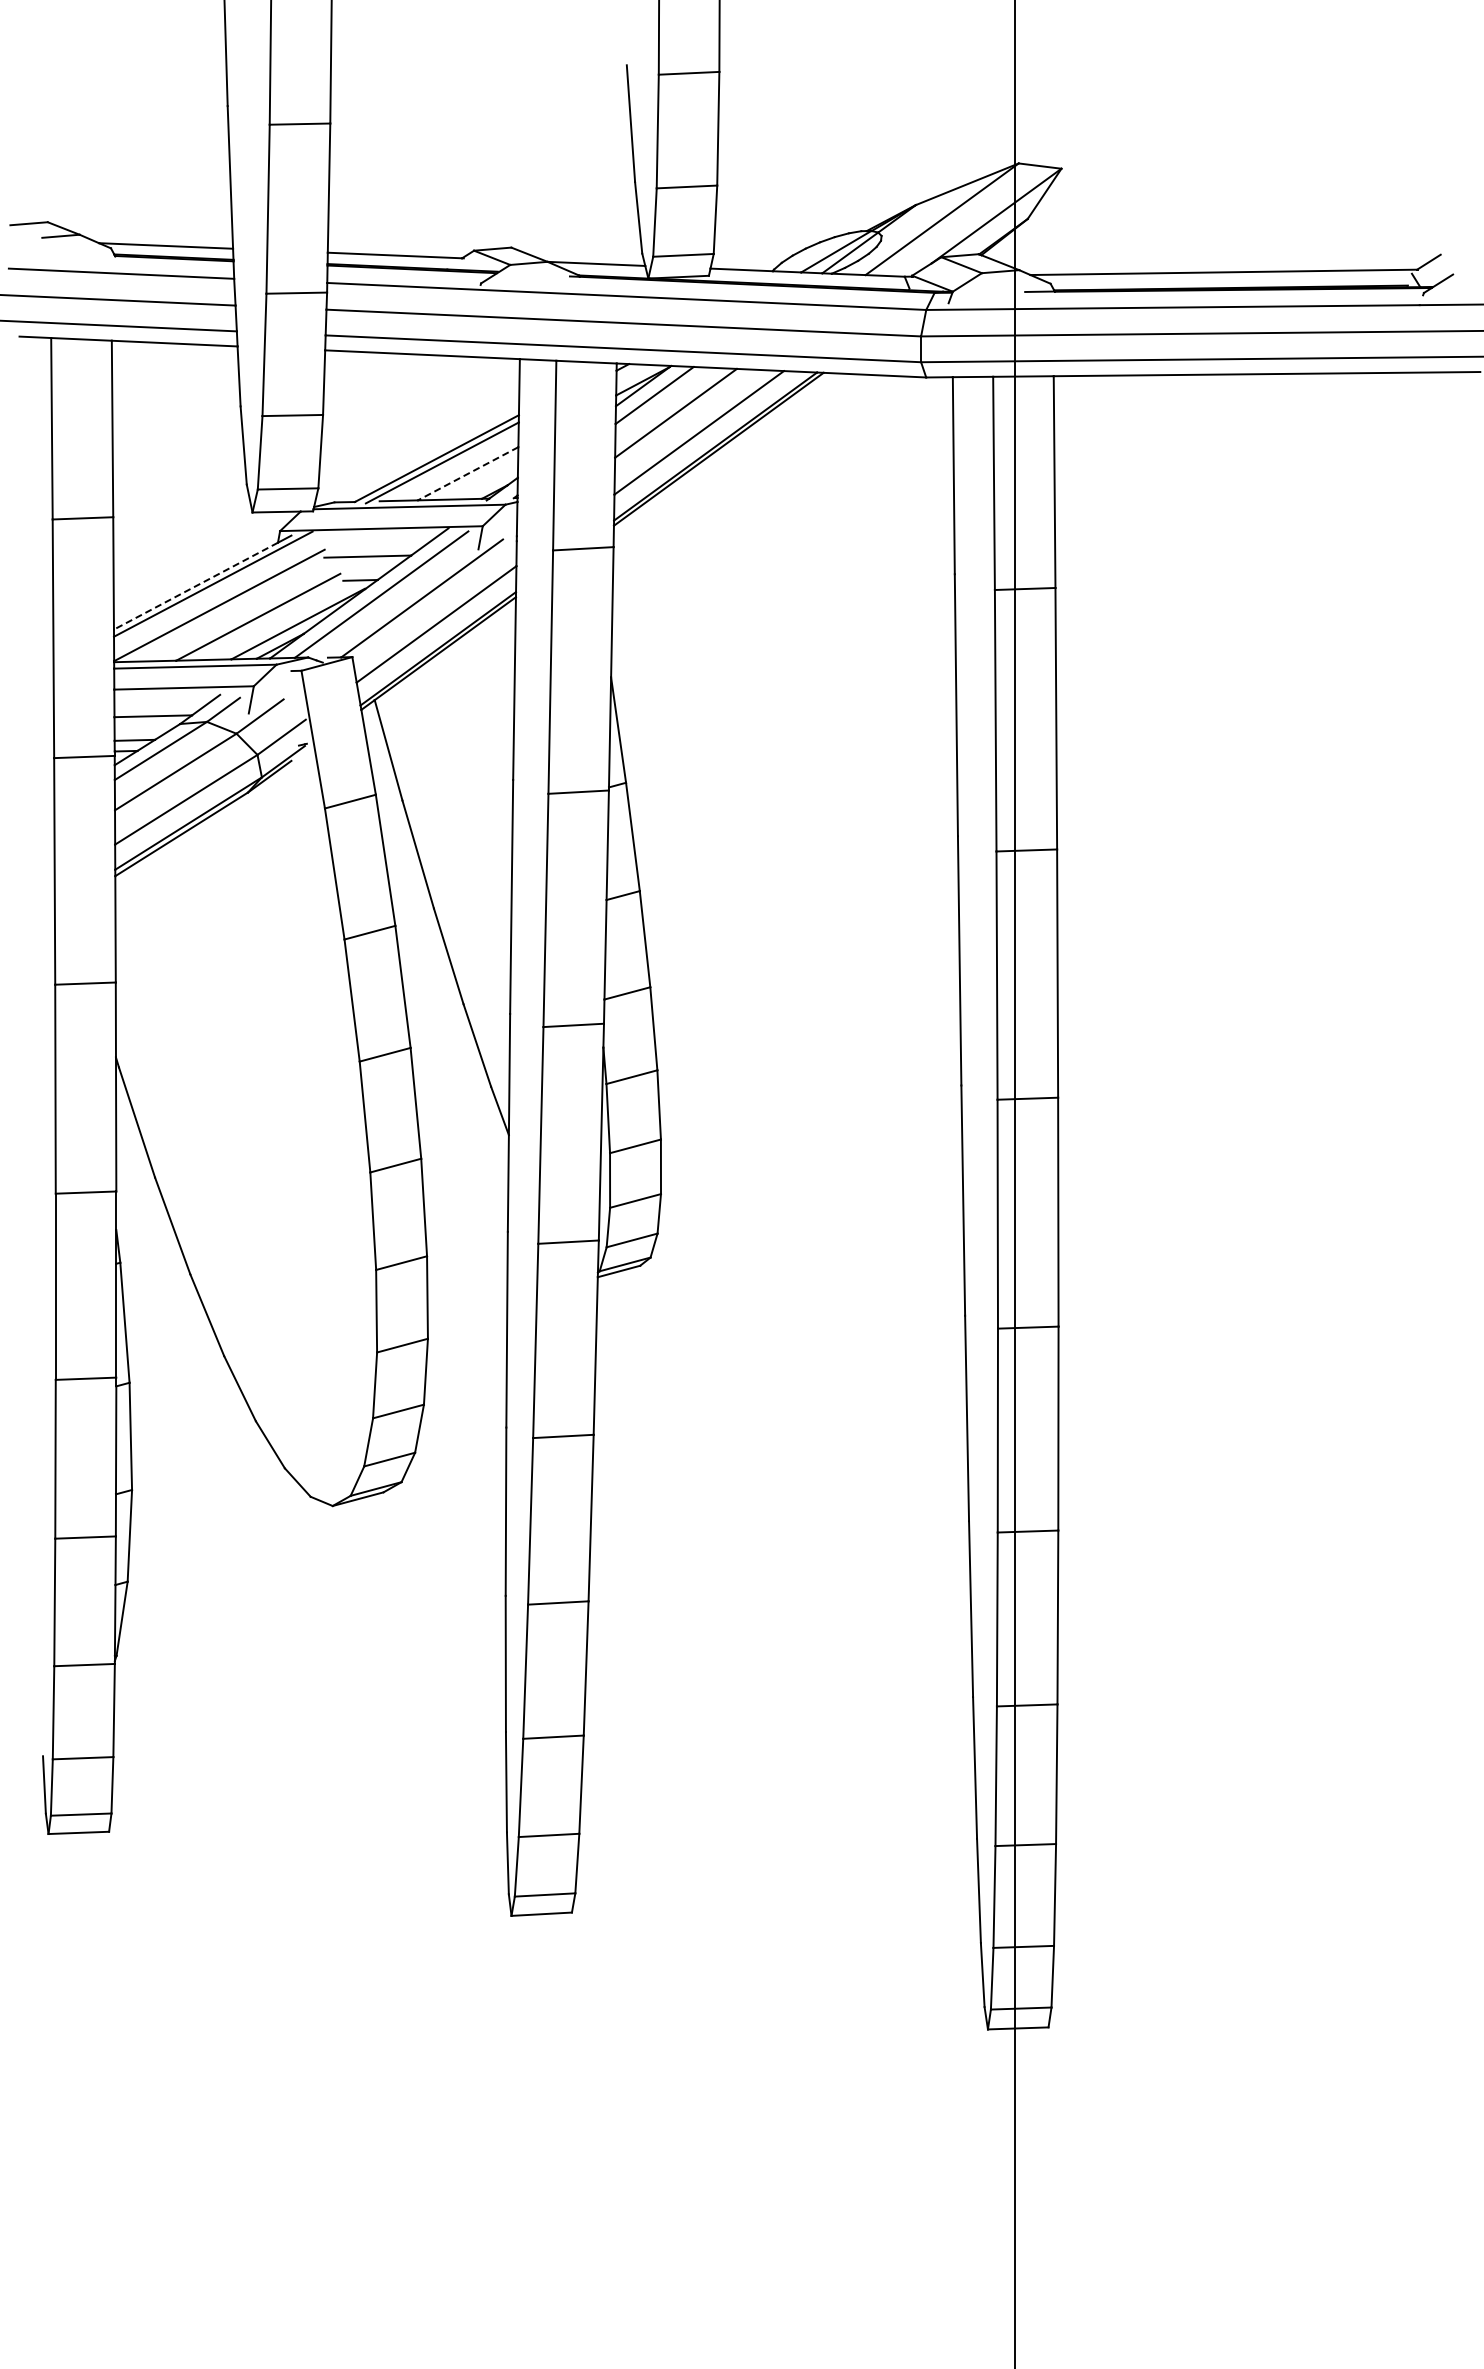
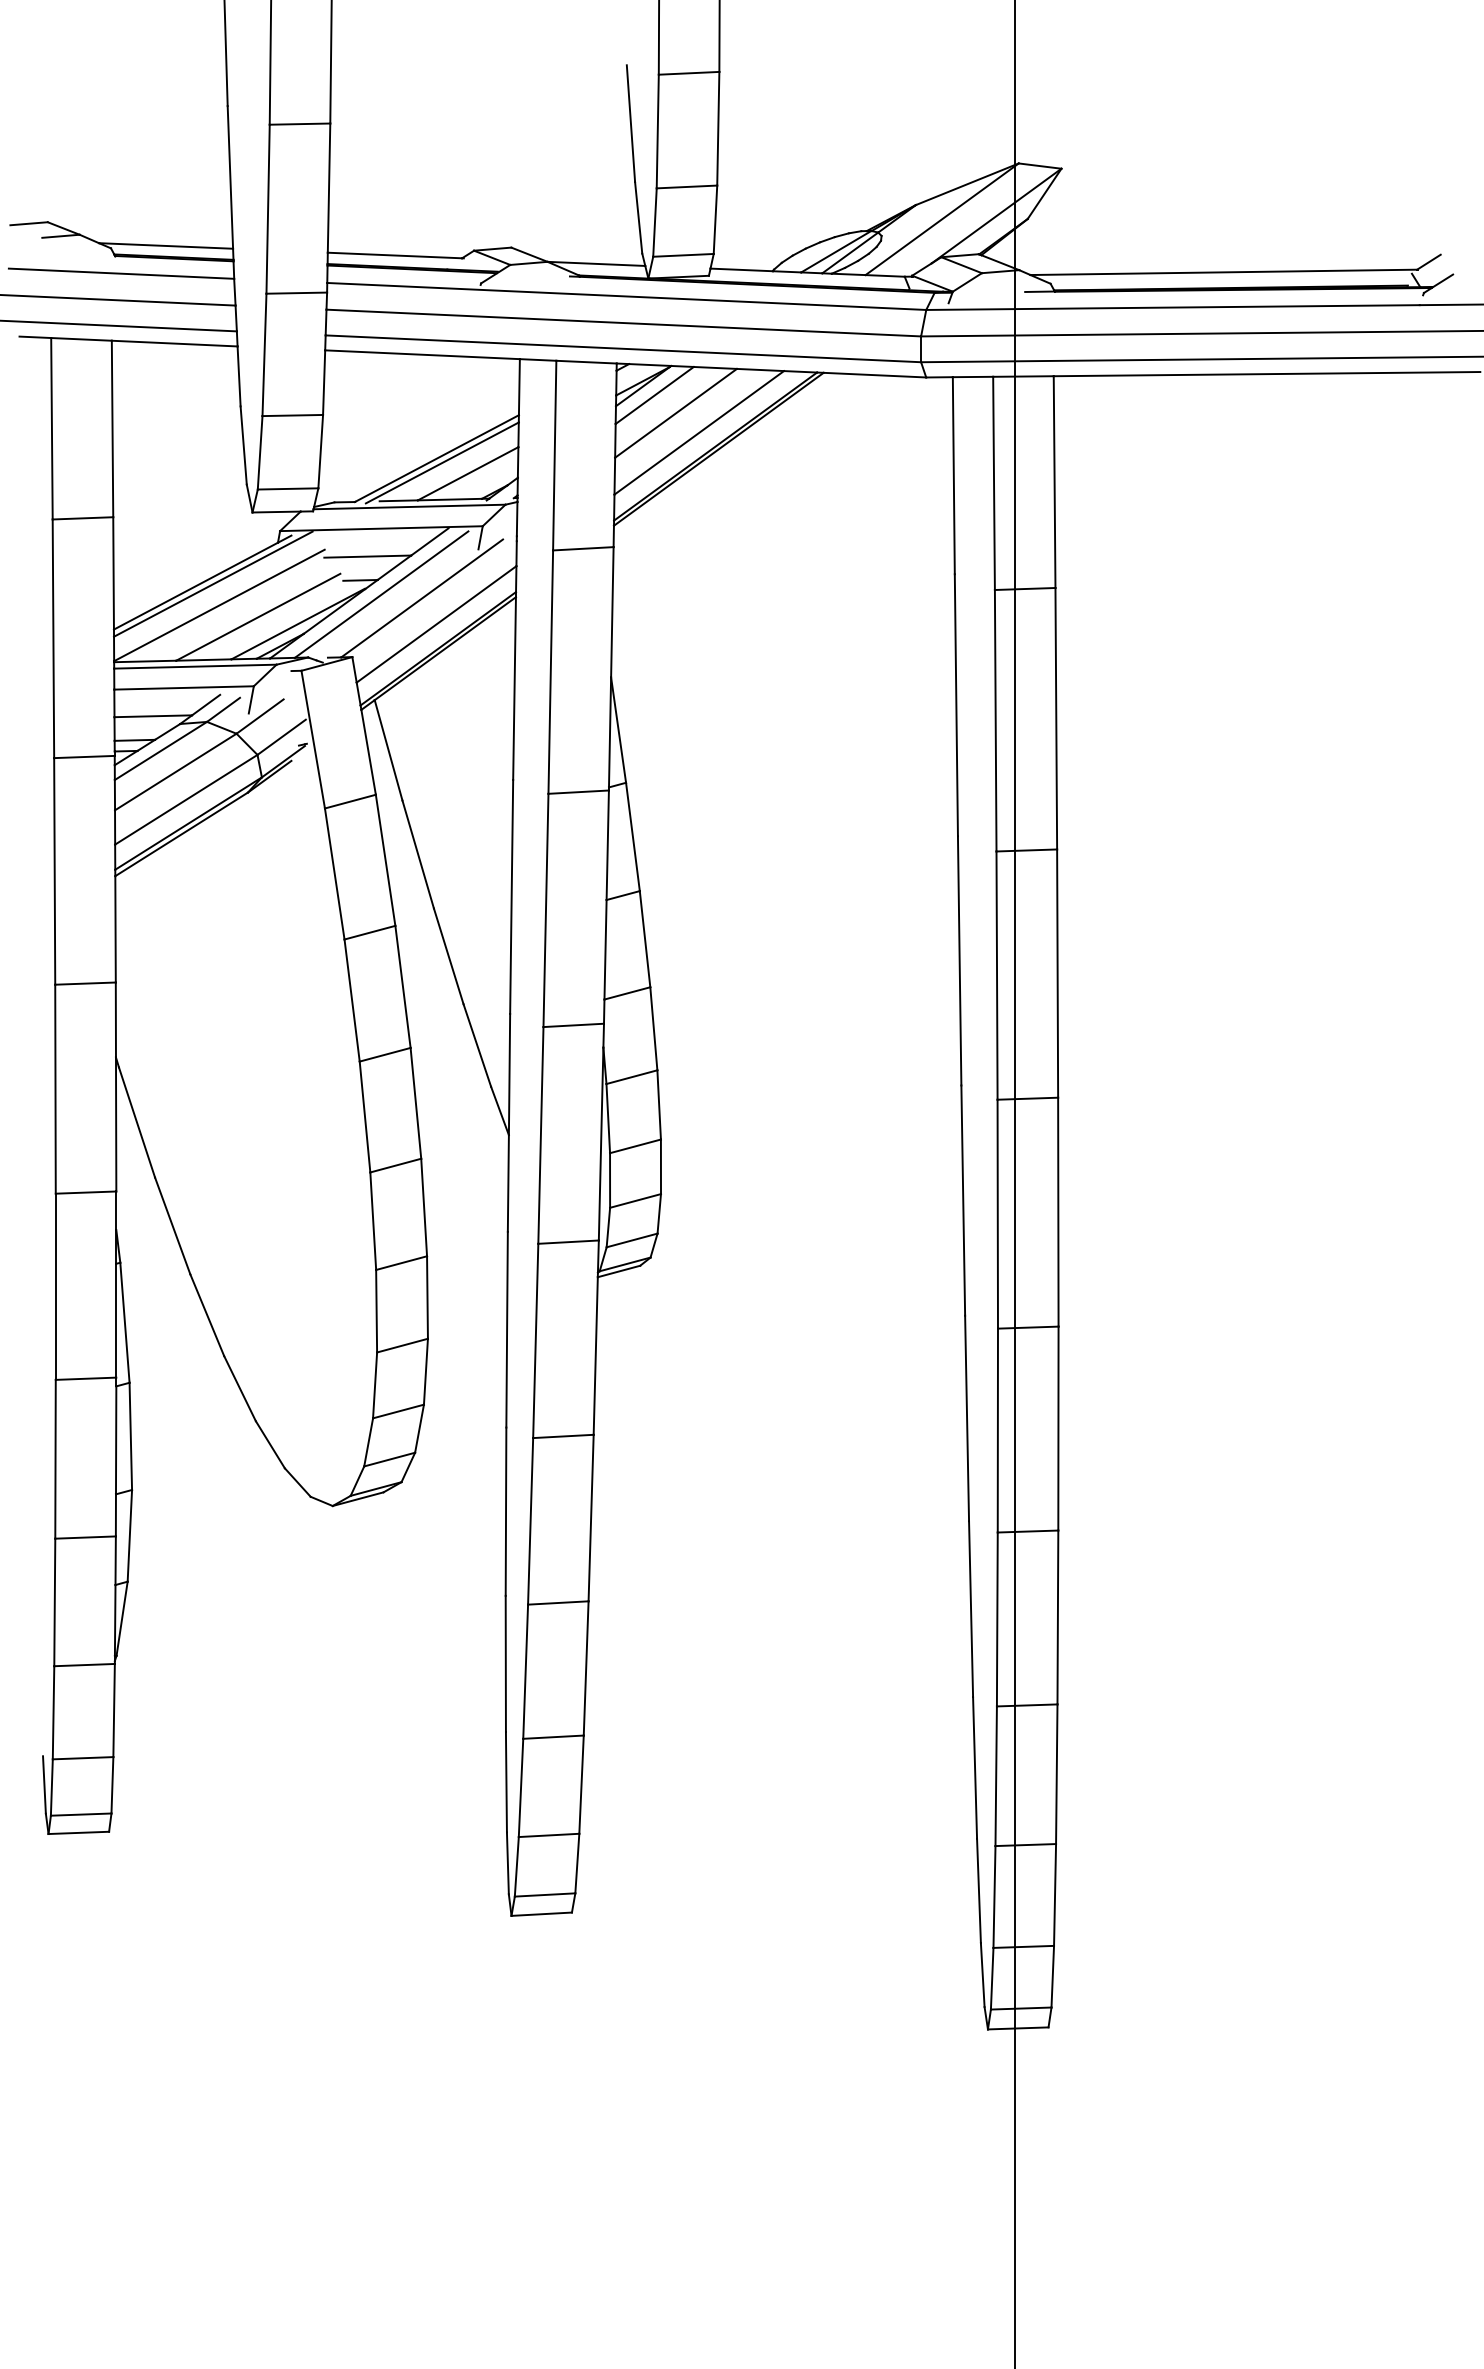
line at (468, 473): dashed -> solid
line at (195, 586): dashed -> solid
